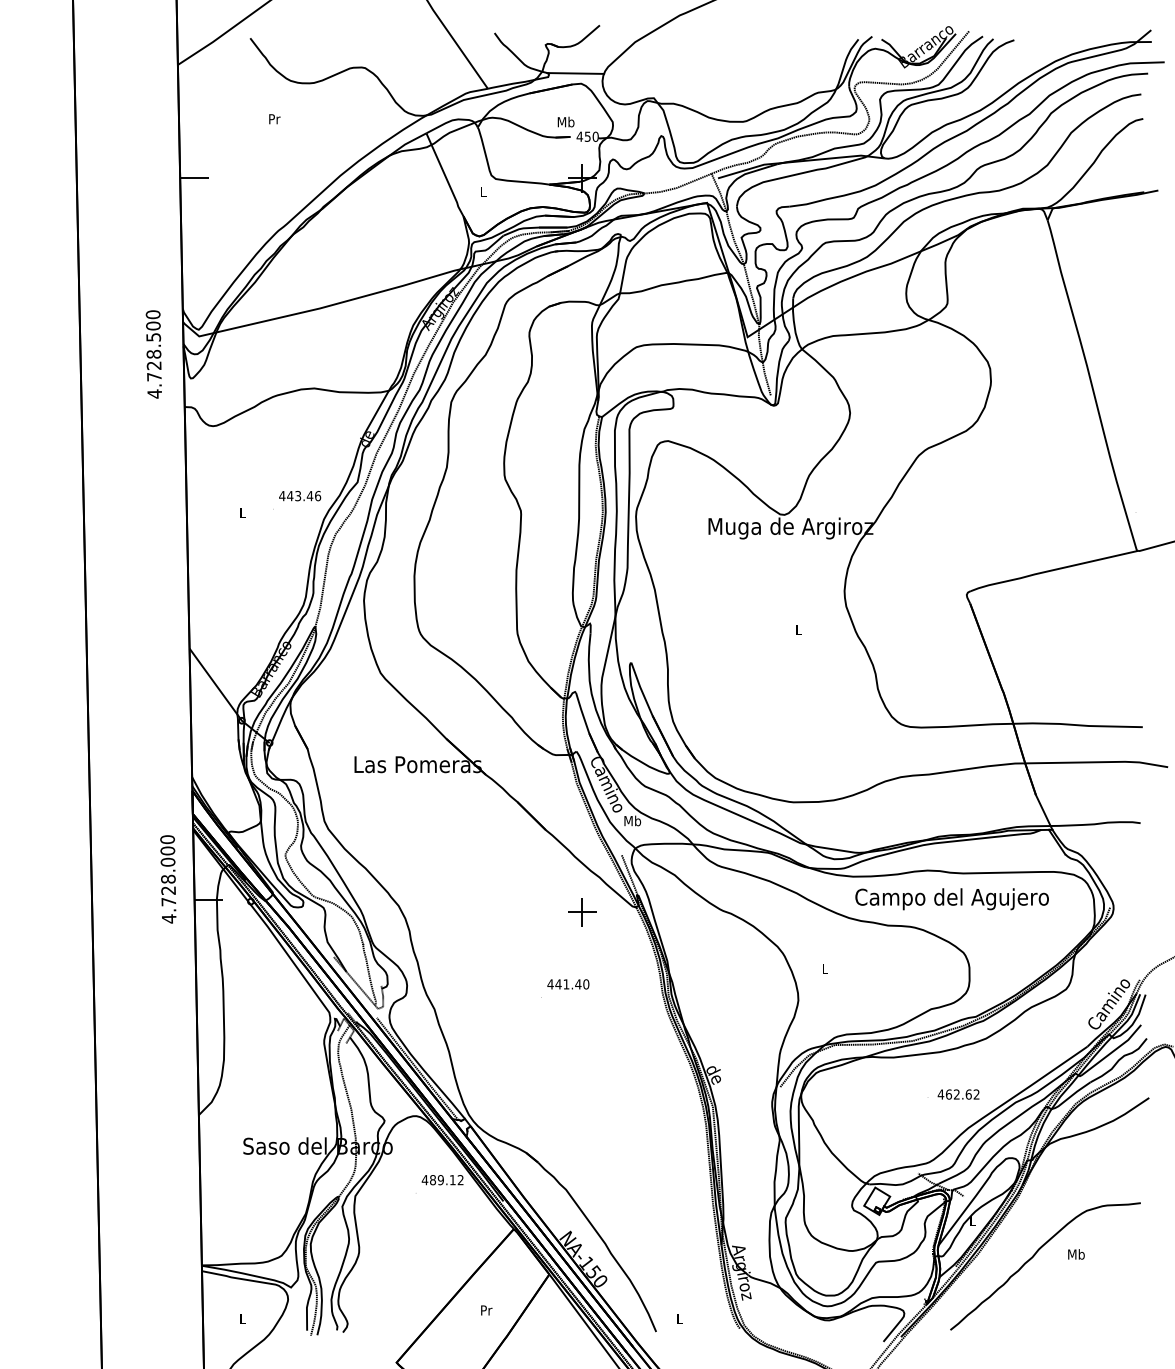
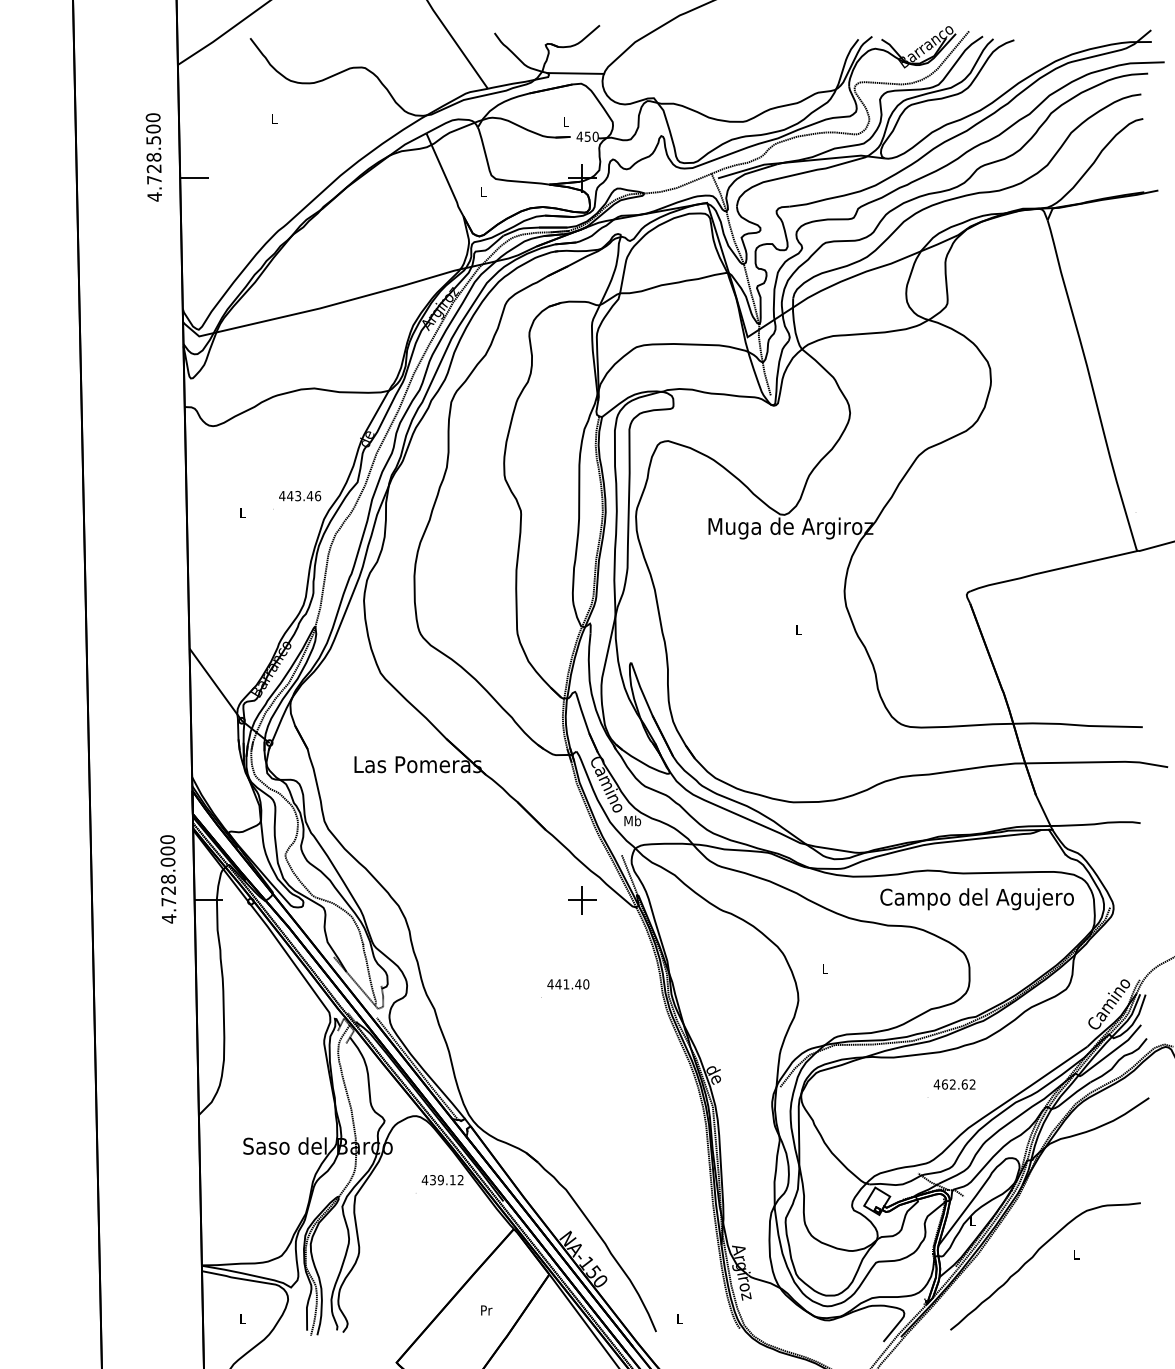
text at (274, 119): Pr -> L
text at (565, 121): Mb -> L
text at (153, 354) position: (153, 354) -> (153, 157)
text at (951, 899) position: (951, 899) -> (976, 899)
part at (582, 912) position: (582, 912) -> (582, 900)
text at (958, 1094) position: (958, 1094) -> (954, 1084)
text at (433, 1180): 489.12 -> 439.12
text at (1076, 1254): Mb -> L
